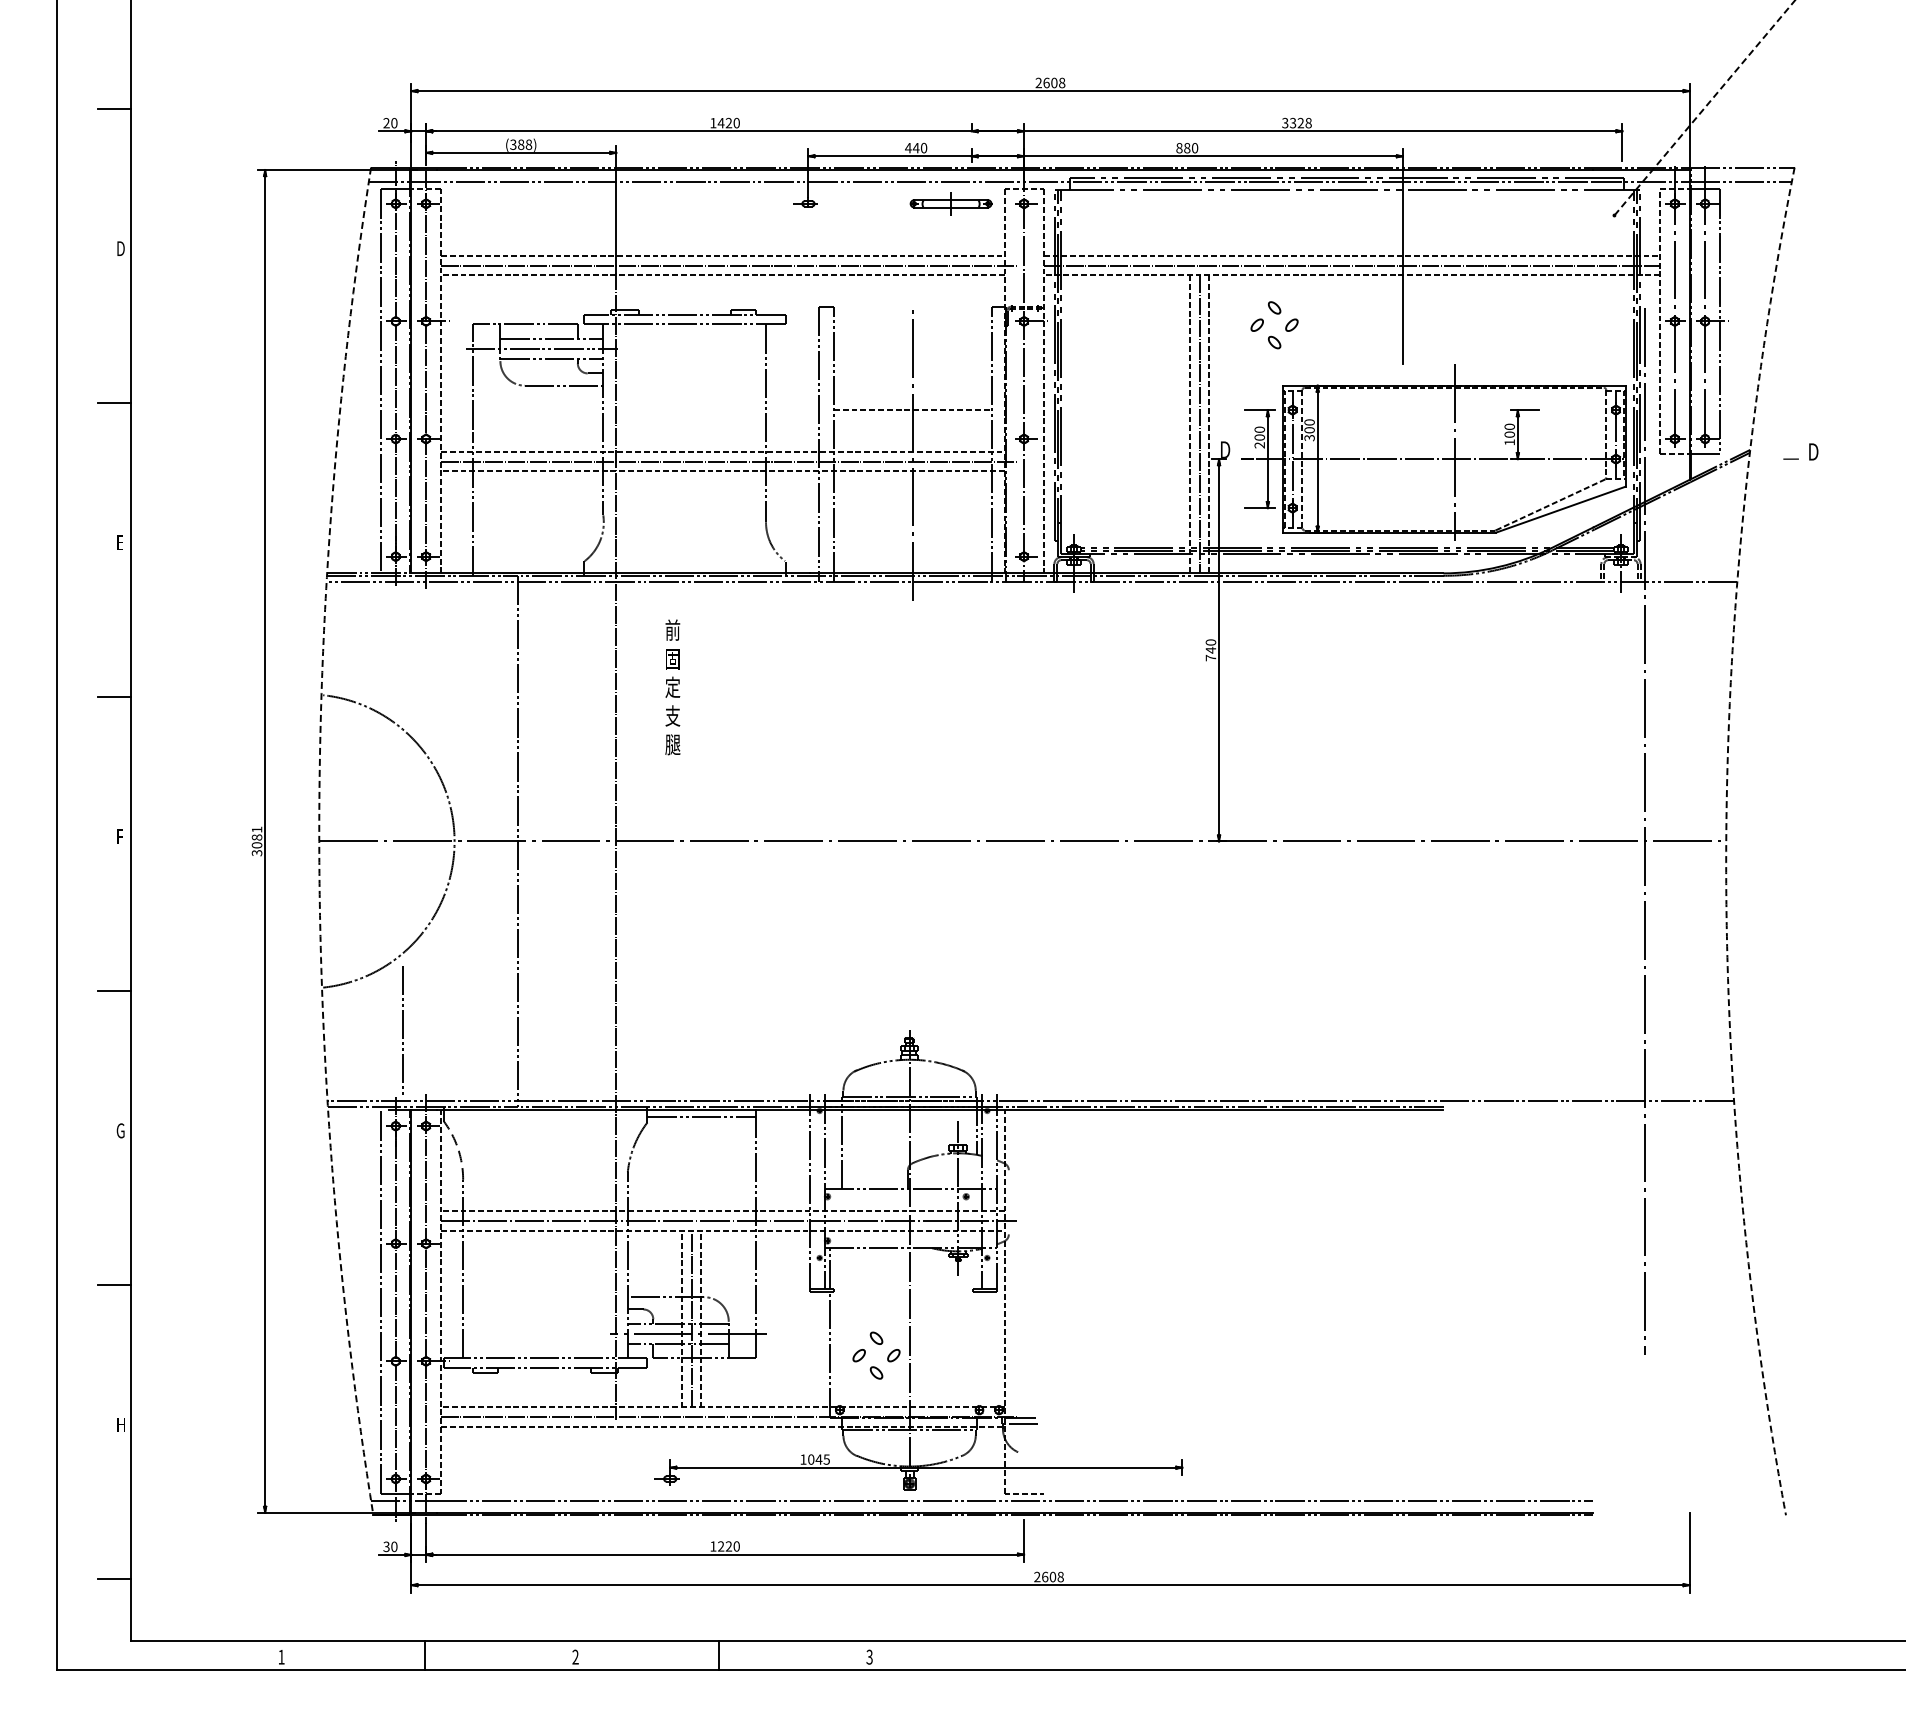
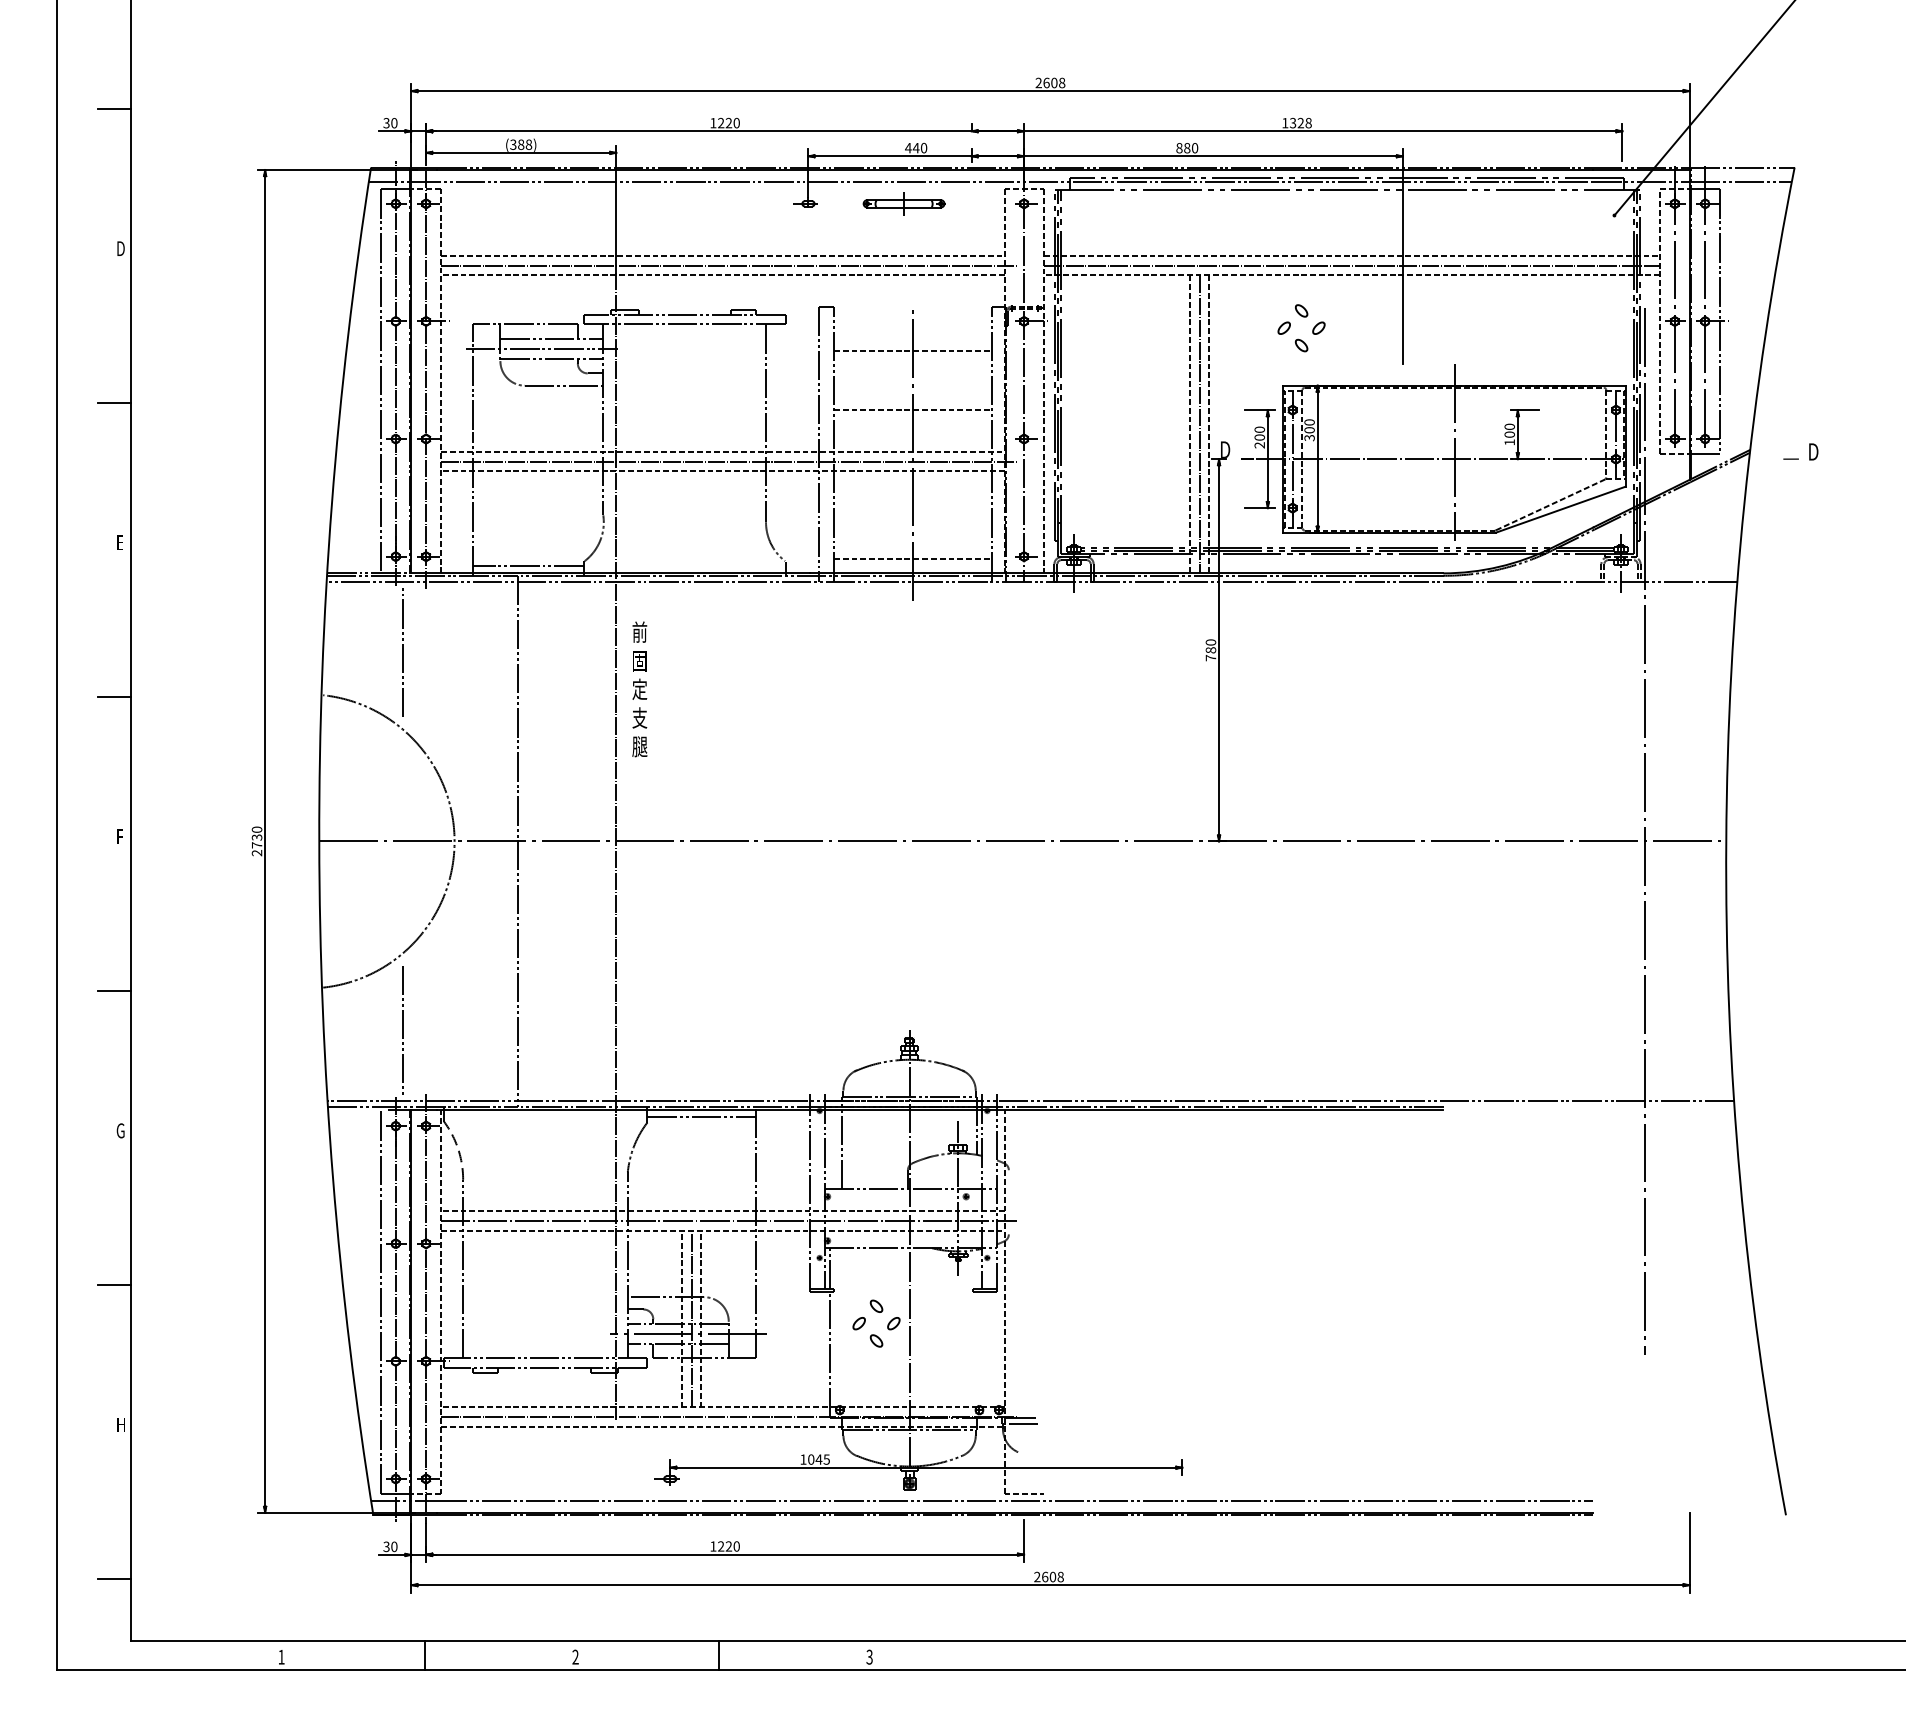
line at (1704, 107): dashed -> solid
text at (720, 122): 1420 -> 1220
text at (1285, 122): 3328 -> 1328
text at (386, 123): 20 -> 30
part at (950, 203) position: (950, 203) -> (903, 203)
part at (1271, 335) position: (1271, 335) -> (1298, 338)
line at (912, 350): none -> present
line at (912, 559): none -> present
line at (527, 566): none -> present
text at (1210, 649): 740 -> 780
line at (403, 651): none -> present
text at (672, 687) position: (672, 687) -> (639, 689)
text at (256, 841): 3081 -> 2730
arc at (319, 841): dashed -> solid
arc at (1726, 841): dashed -> solid
part at (876, 1344) position: (876, 1344) -> (876, 1312)
